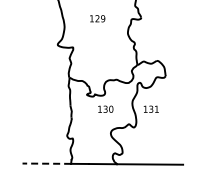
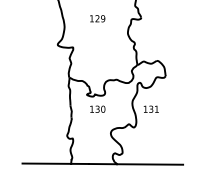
text at (105, 108) position: (105, 108) -> (97, 108)
line at (46, 163): dashed -> solid
